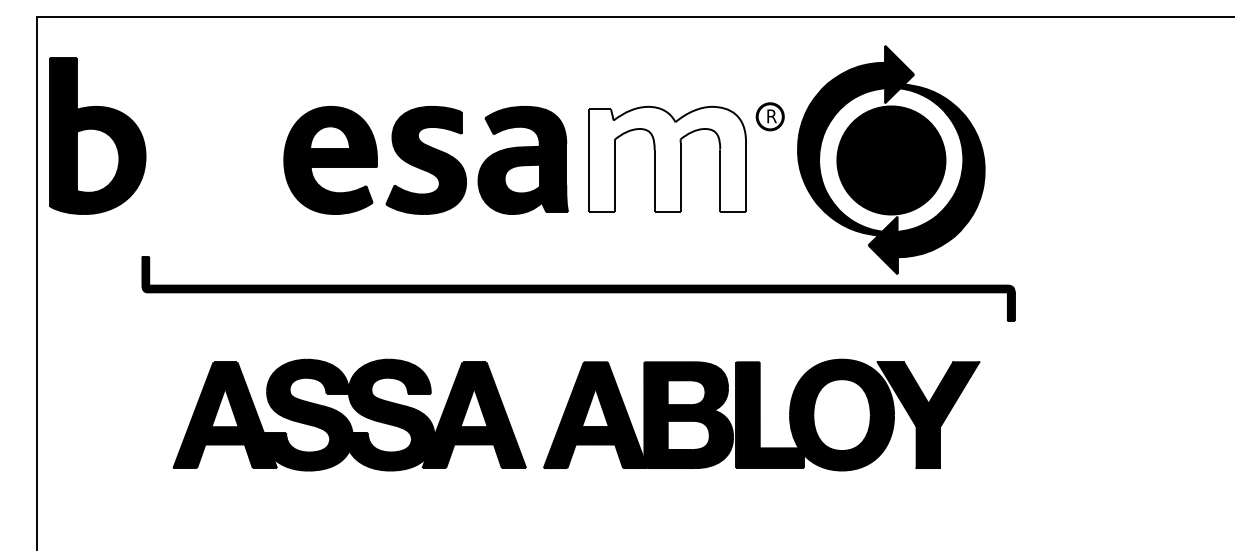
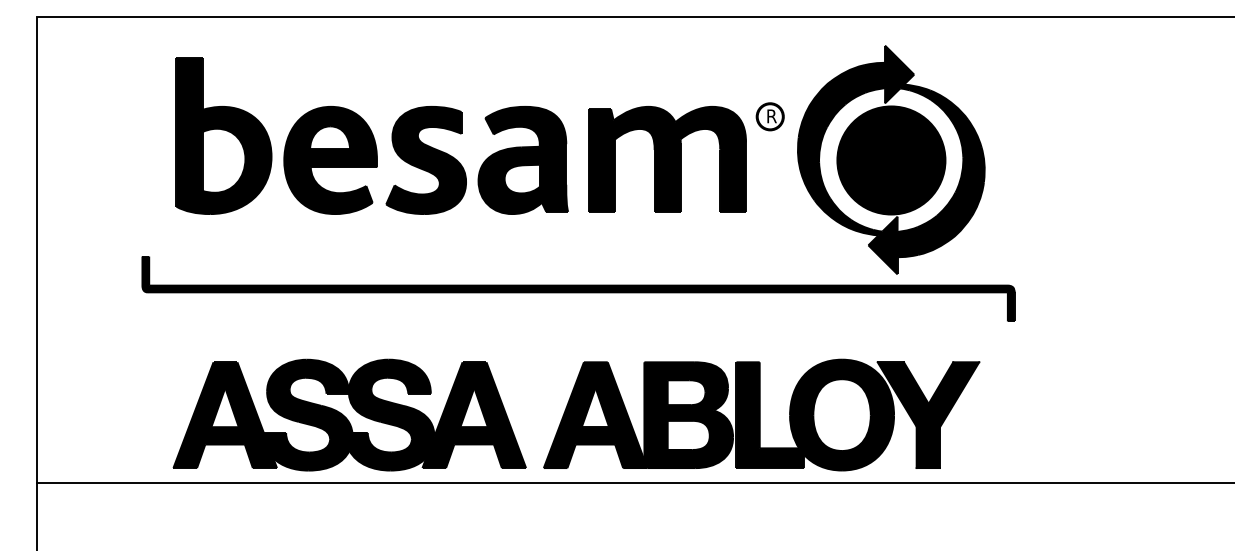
part at (97, 135) position: (97, 135) -> (223, 135)
fill at (667, 158): none -> present
line at (634, 483): none -> present
